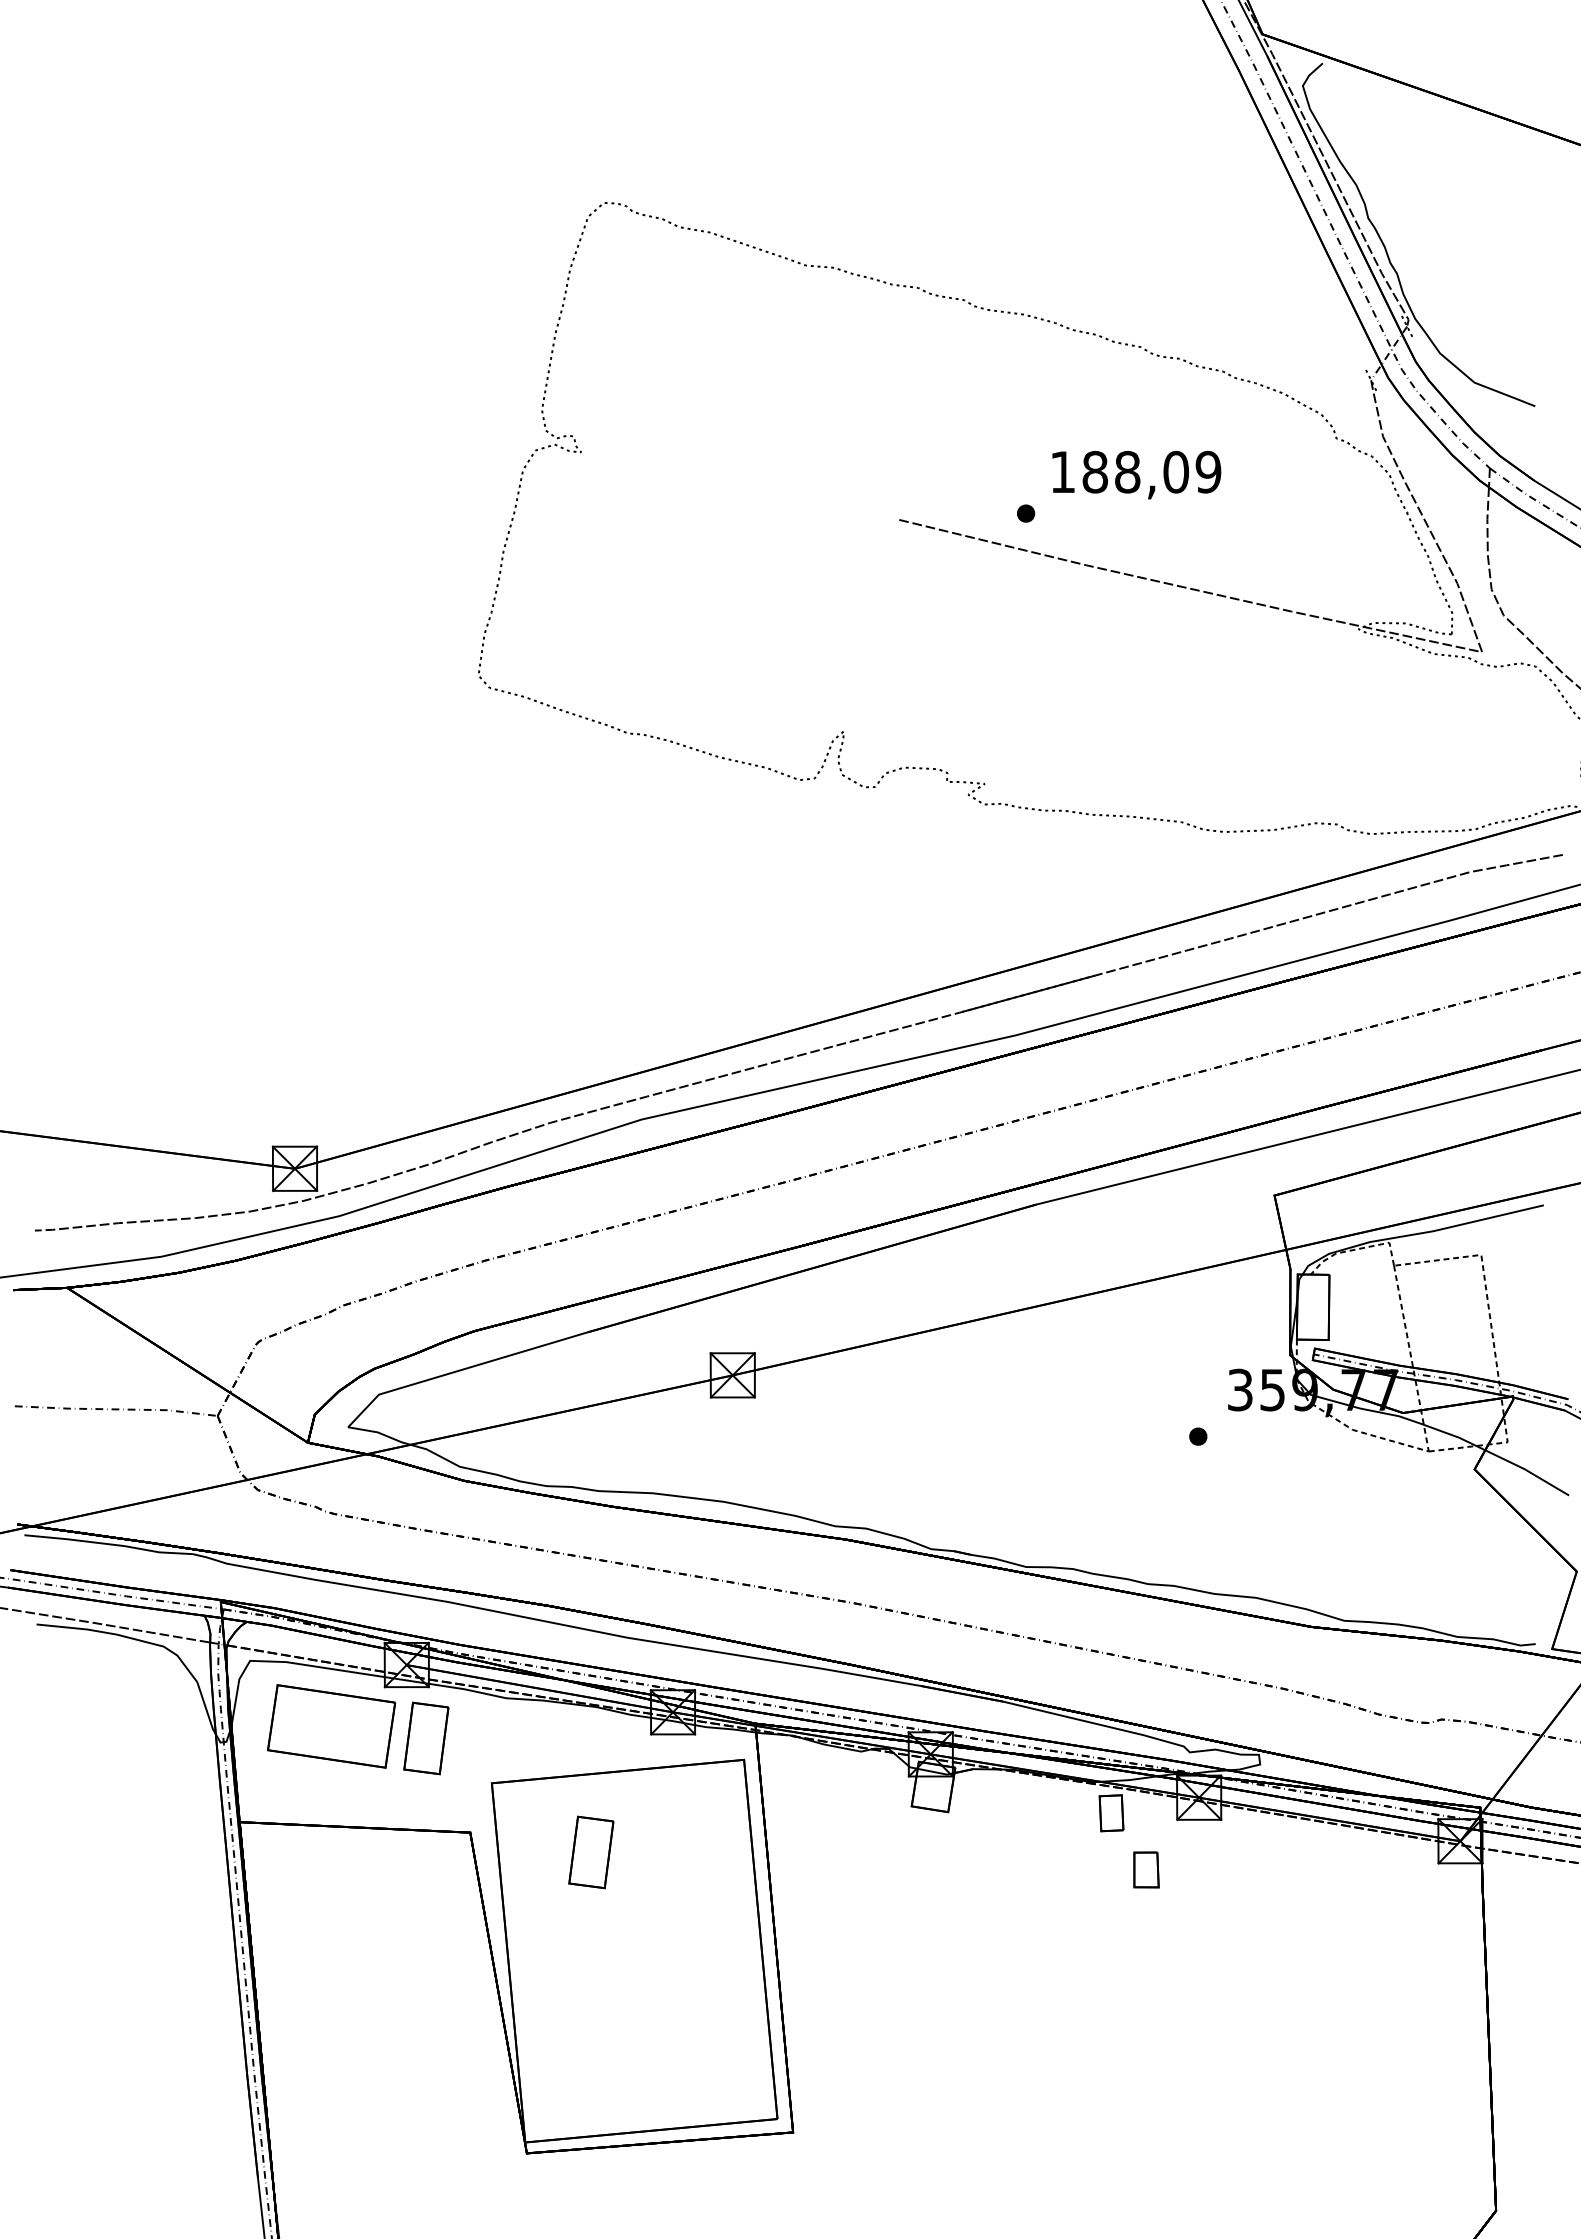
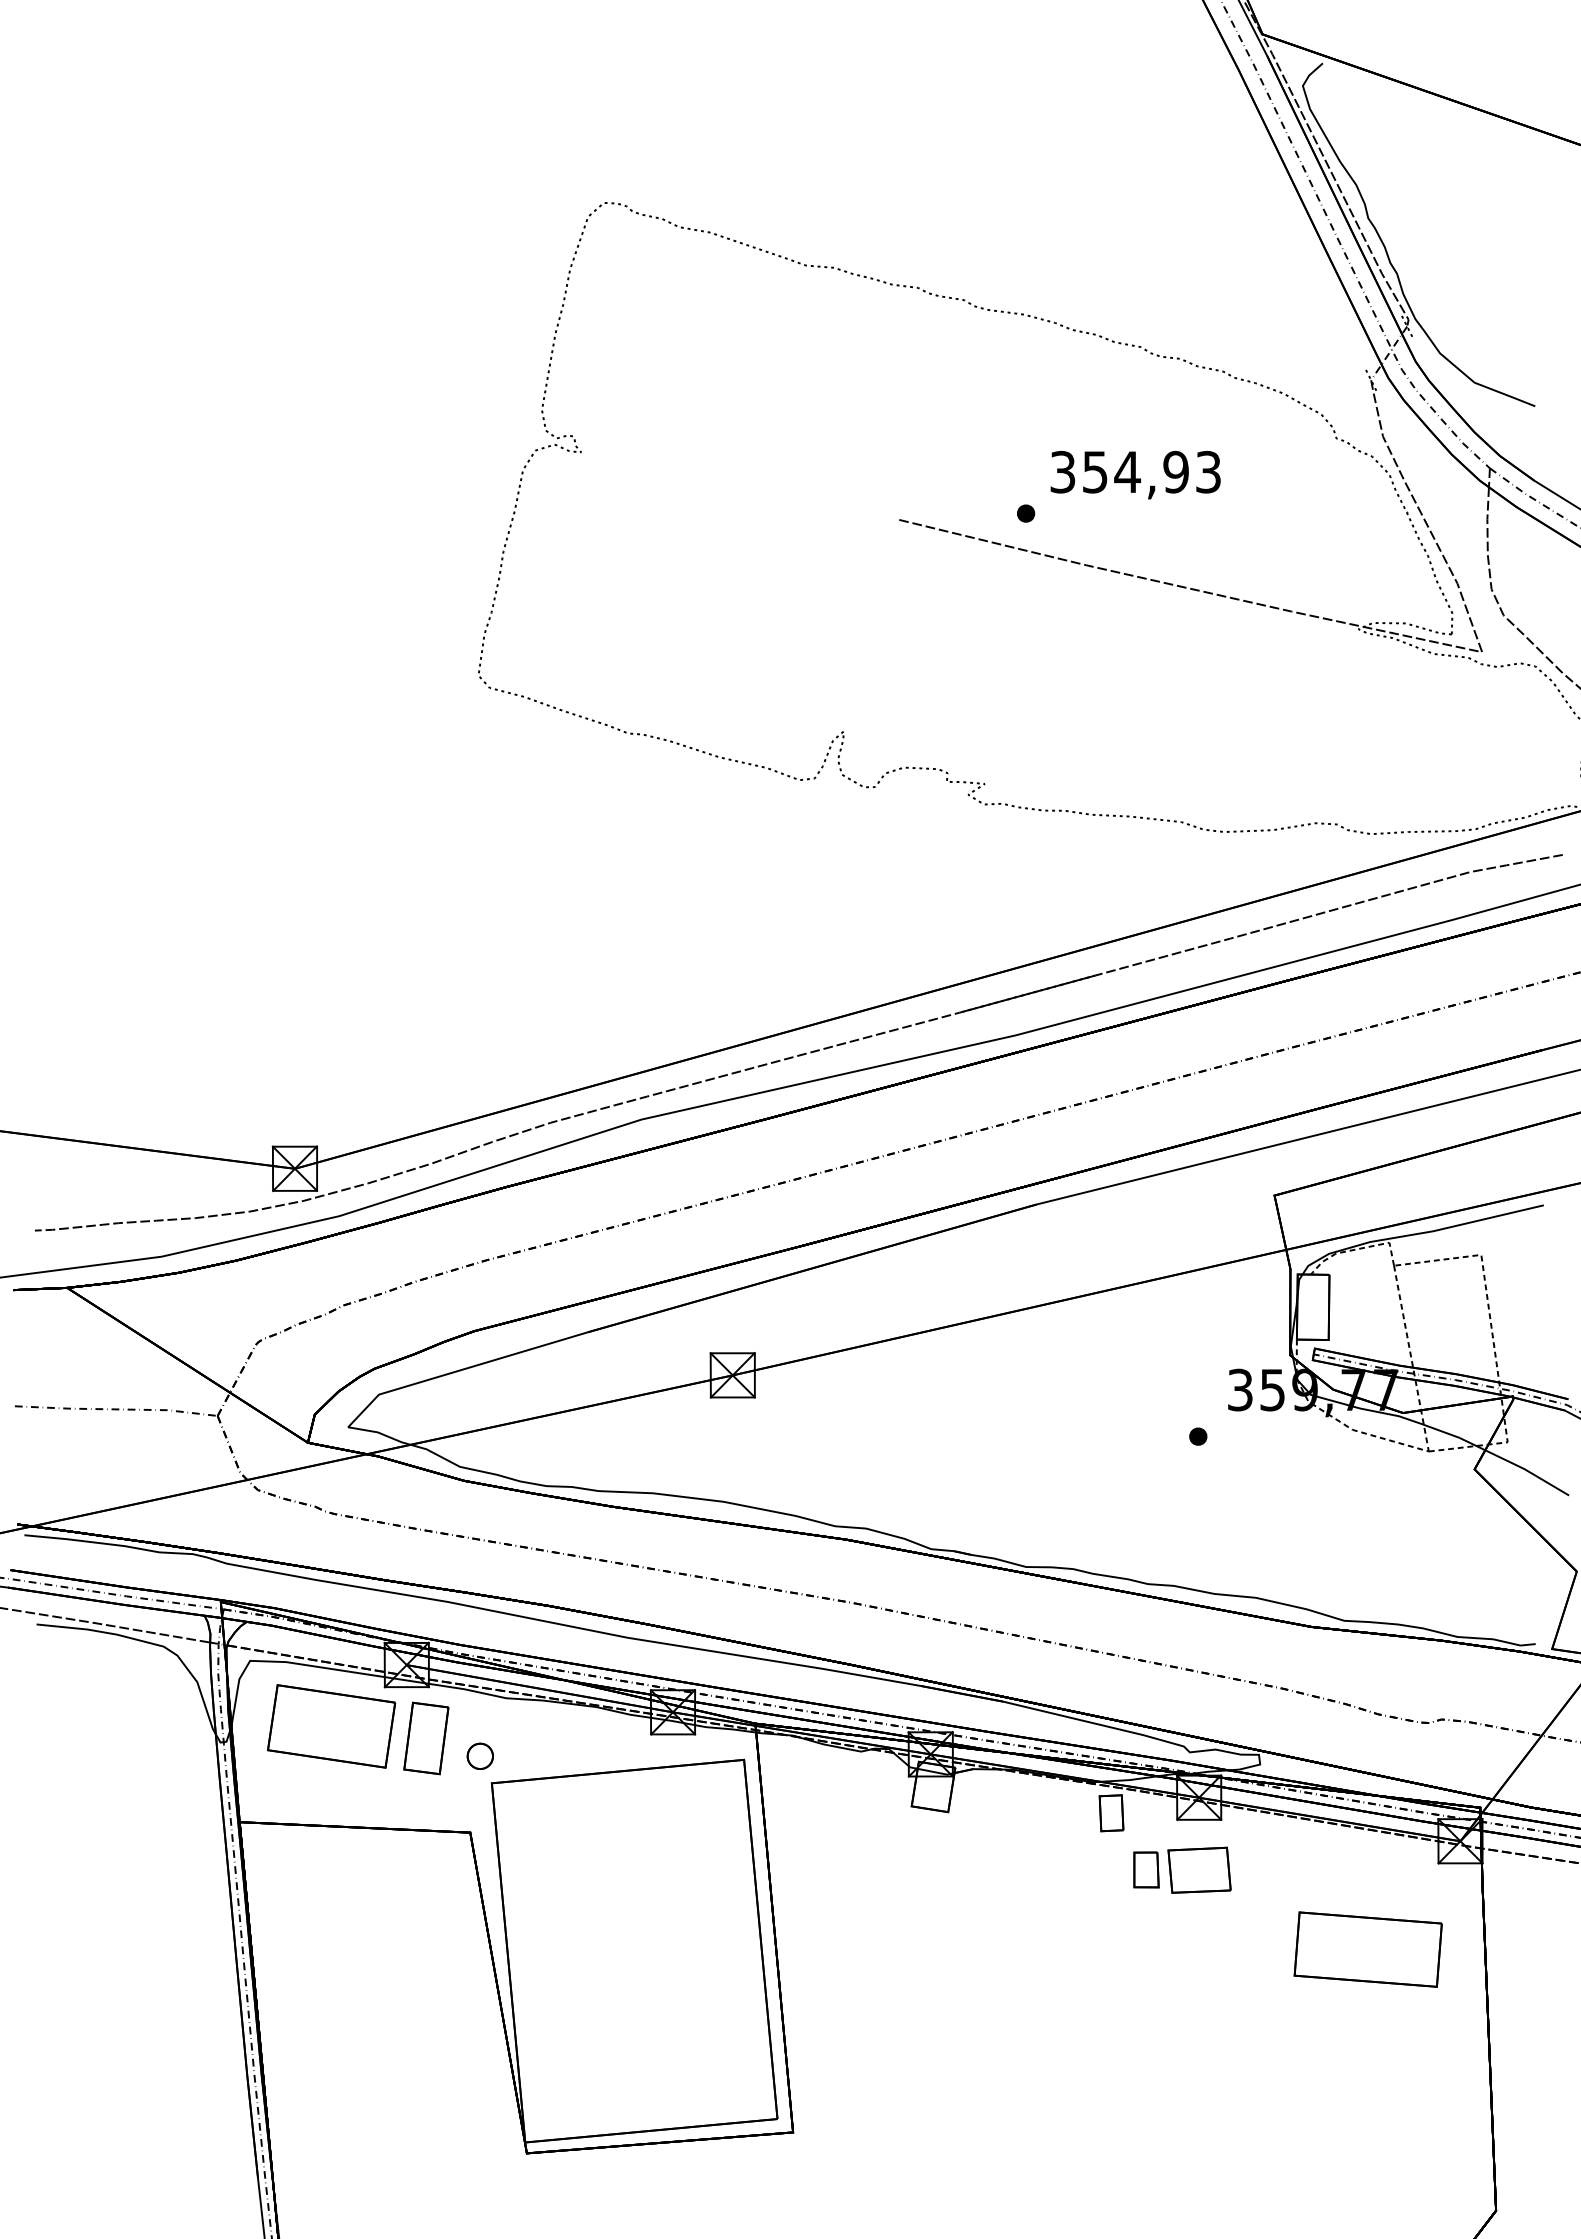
text at (1135, 471): 188,09 -> 354,93
part at (479, 1755): none -> present
part at (591, 1852): present -> none
part at (1199, 1869): none -> present
part at (1367, 1949): none -> present
